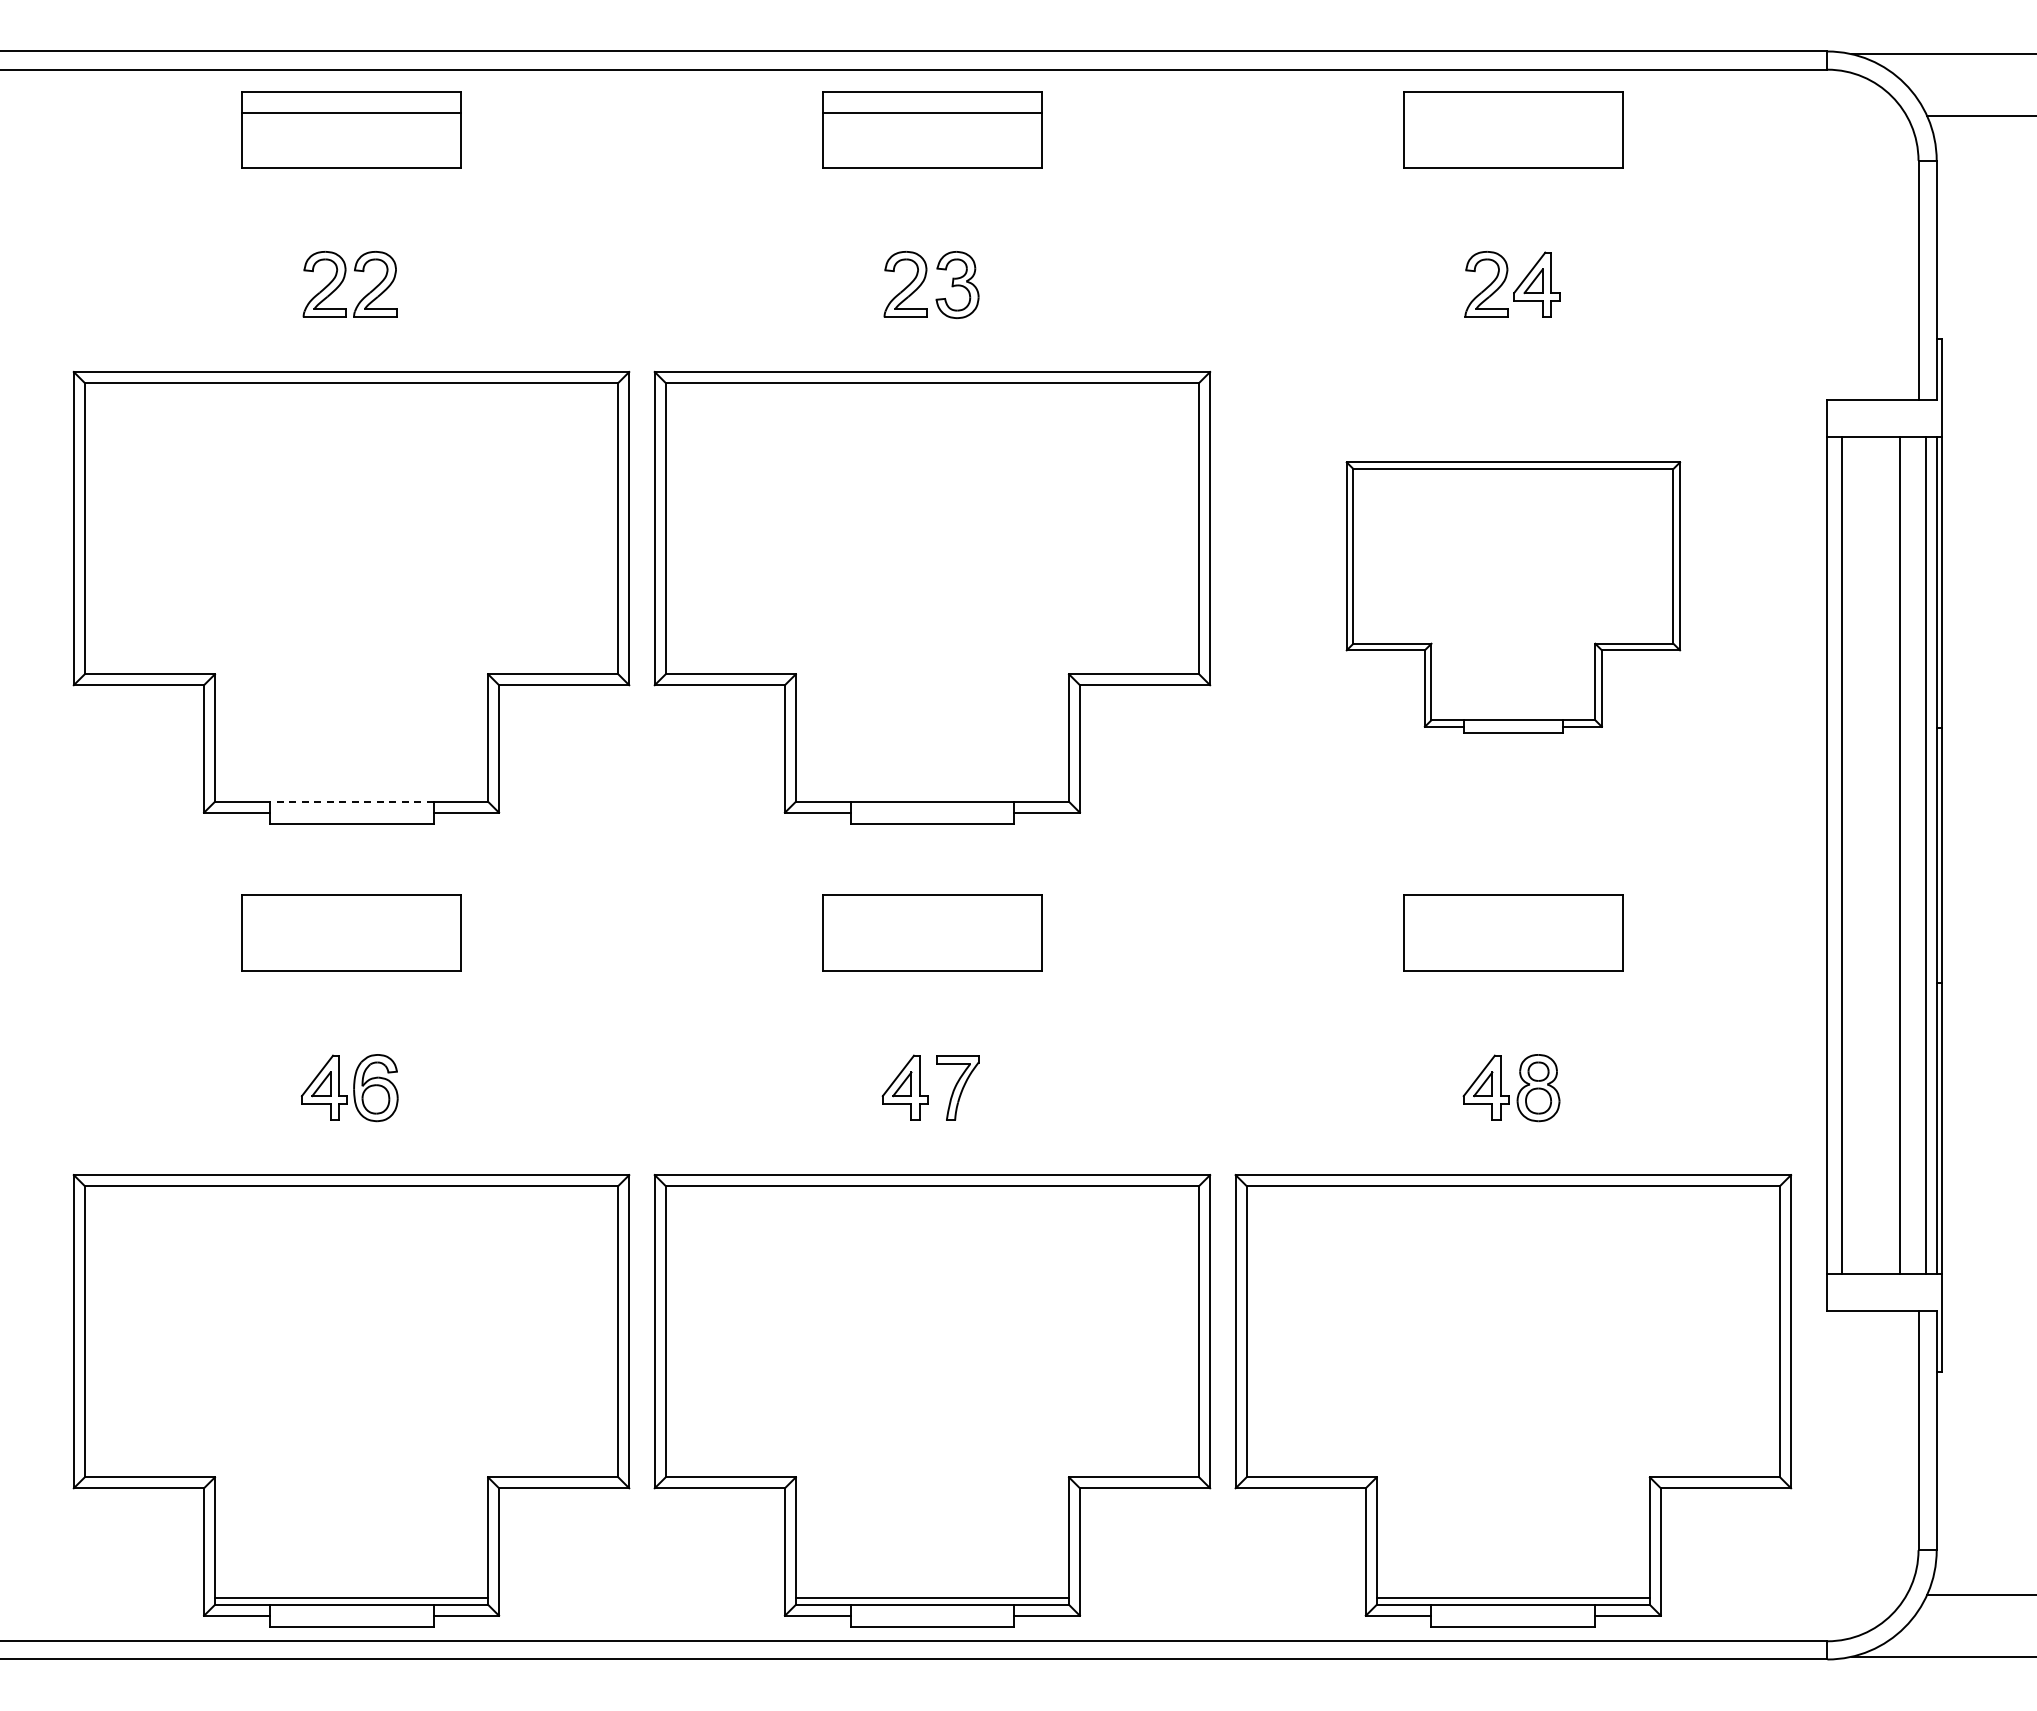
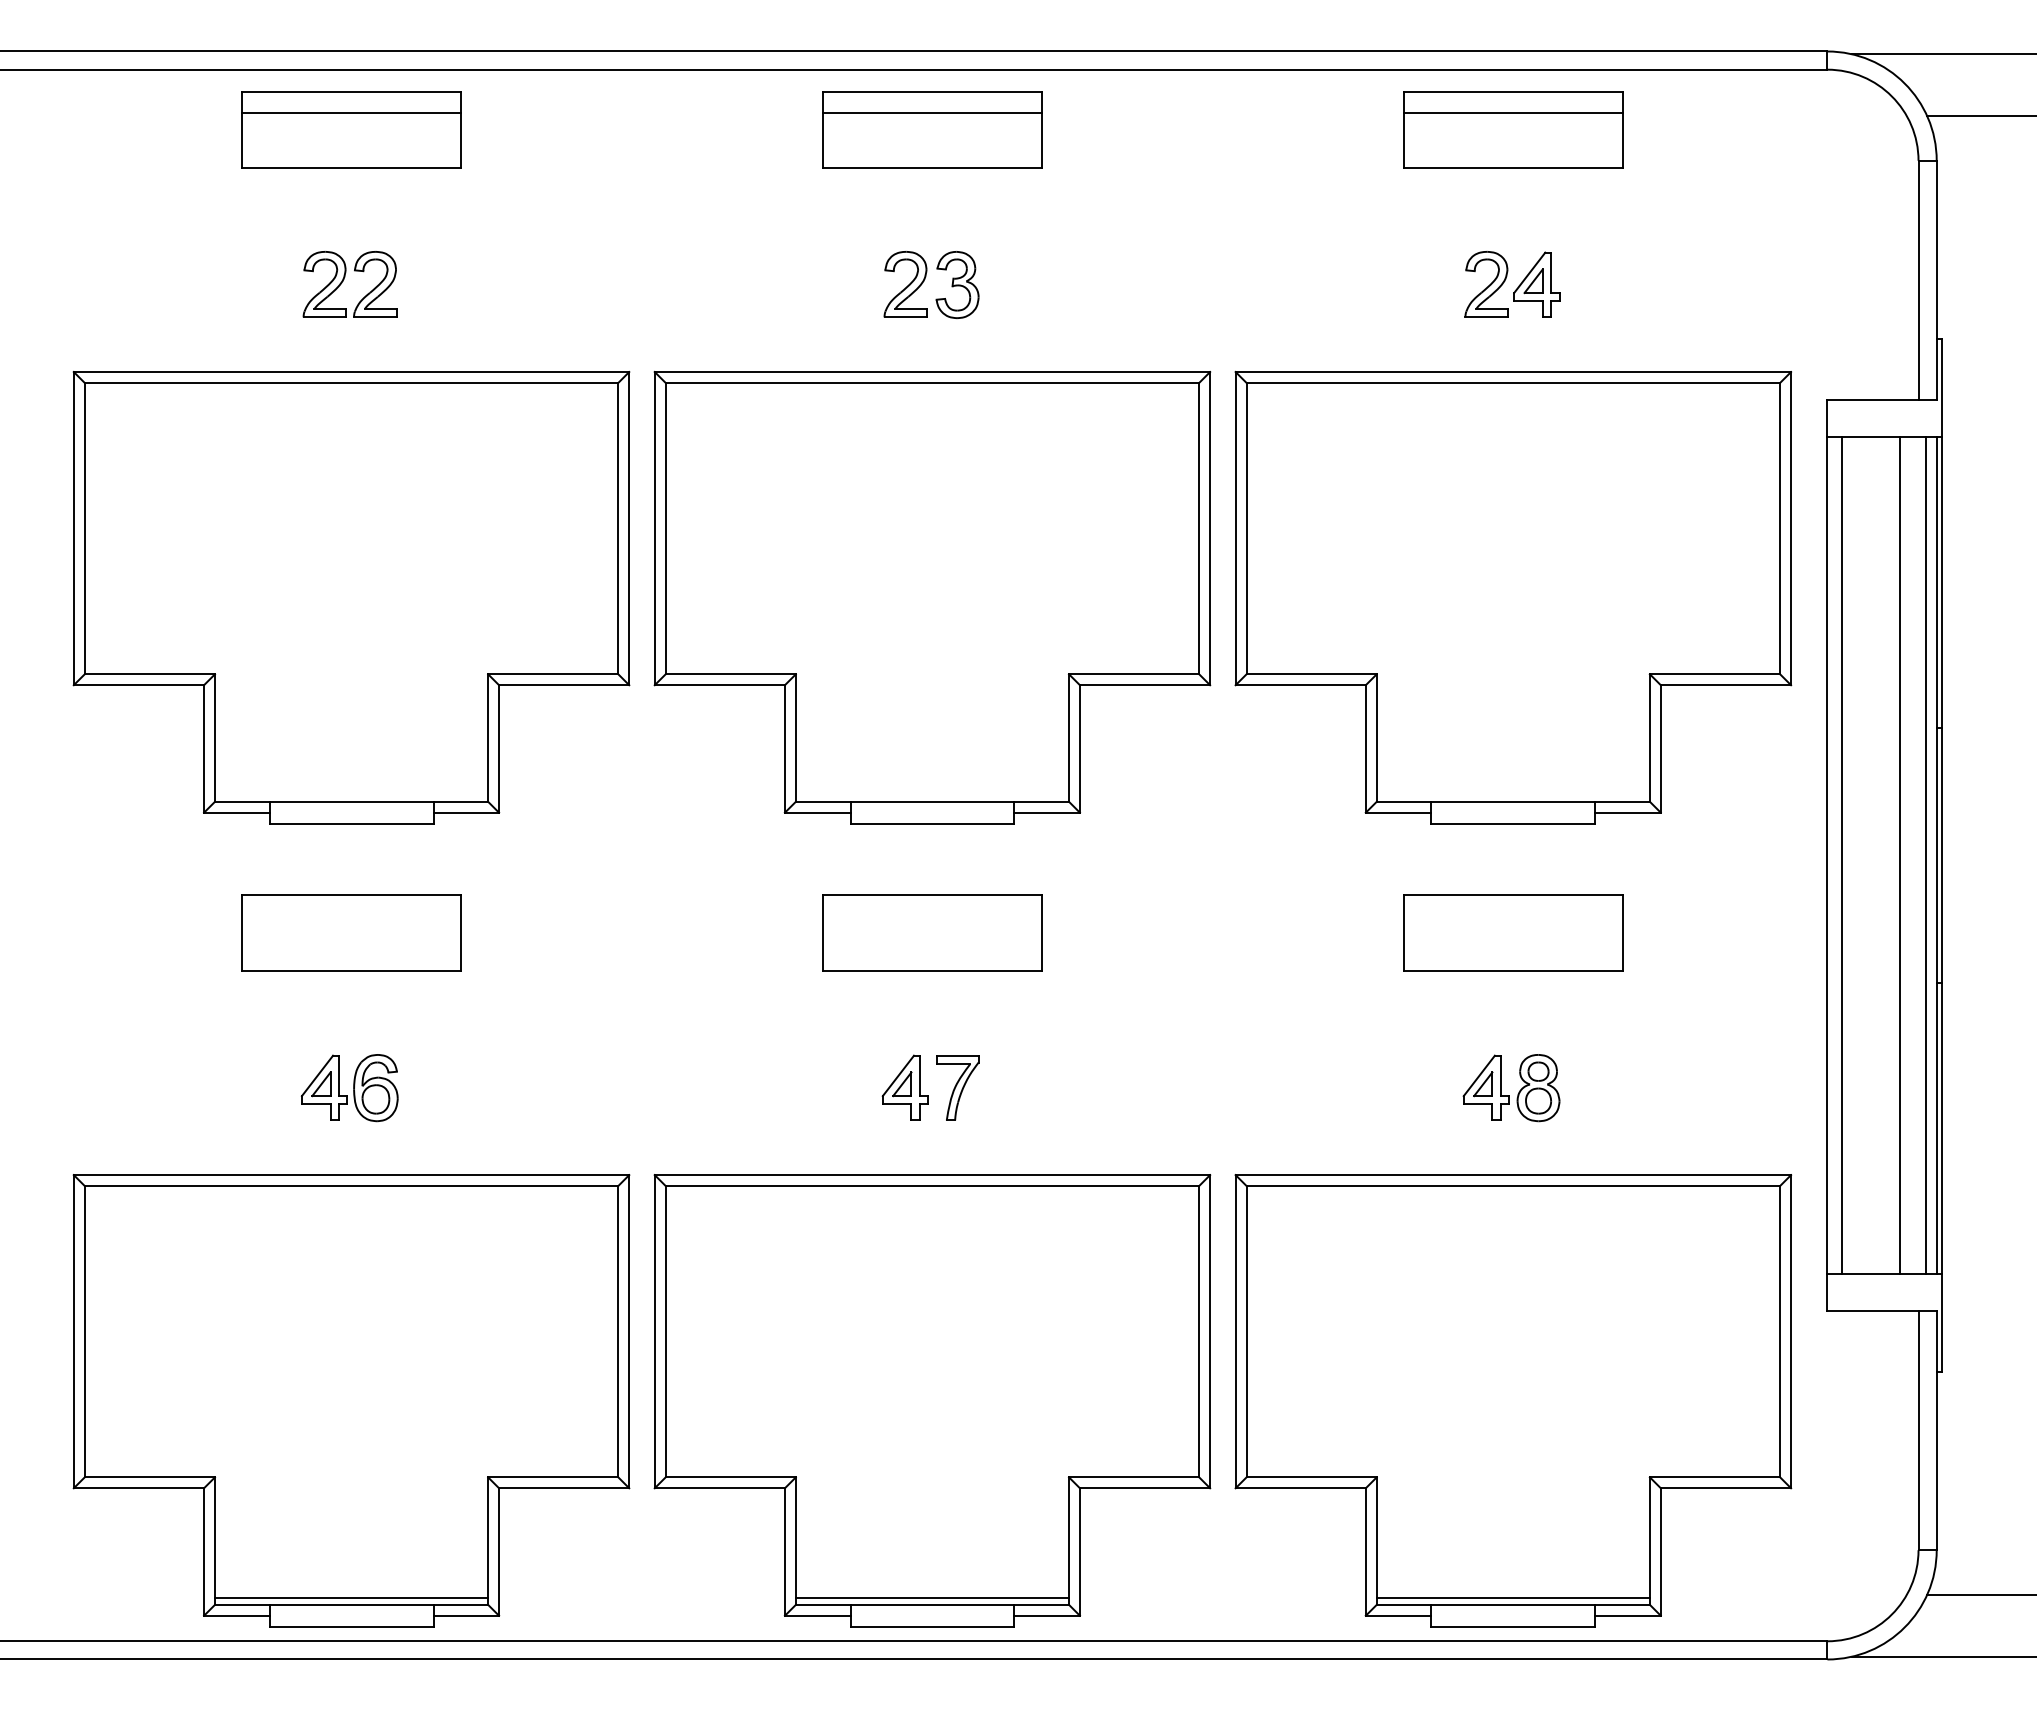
line at (1513, 112): none -> present
part at (1513, 597) size: 337x273 px -> 559x454 px
line at (351, 801): dashed -> solid
